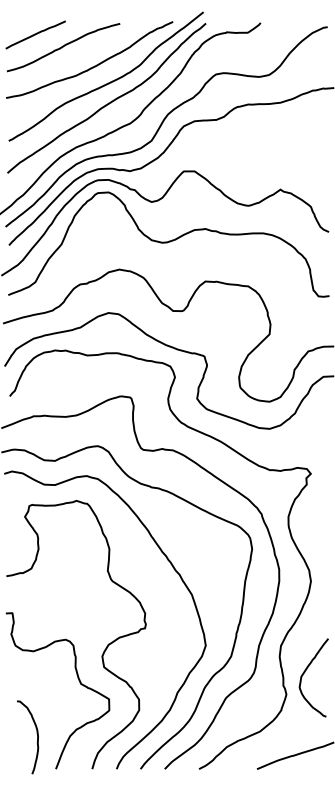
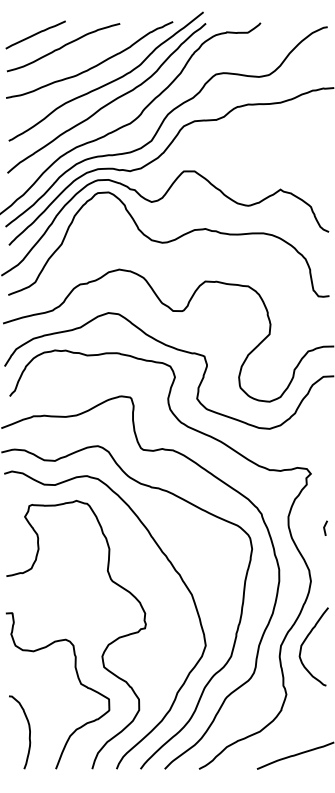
line at (325, 527): none -> present
curve at (305, 672) position: (305, 672) -> (305, 641)
curve at (36, 733) position: (36, 733) -> (28, 728)
